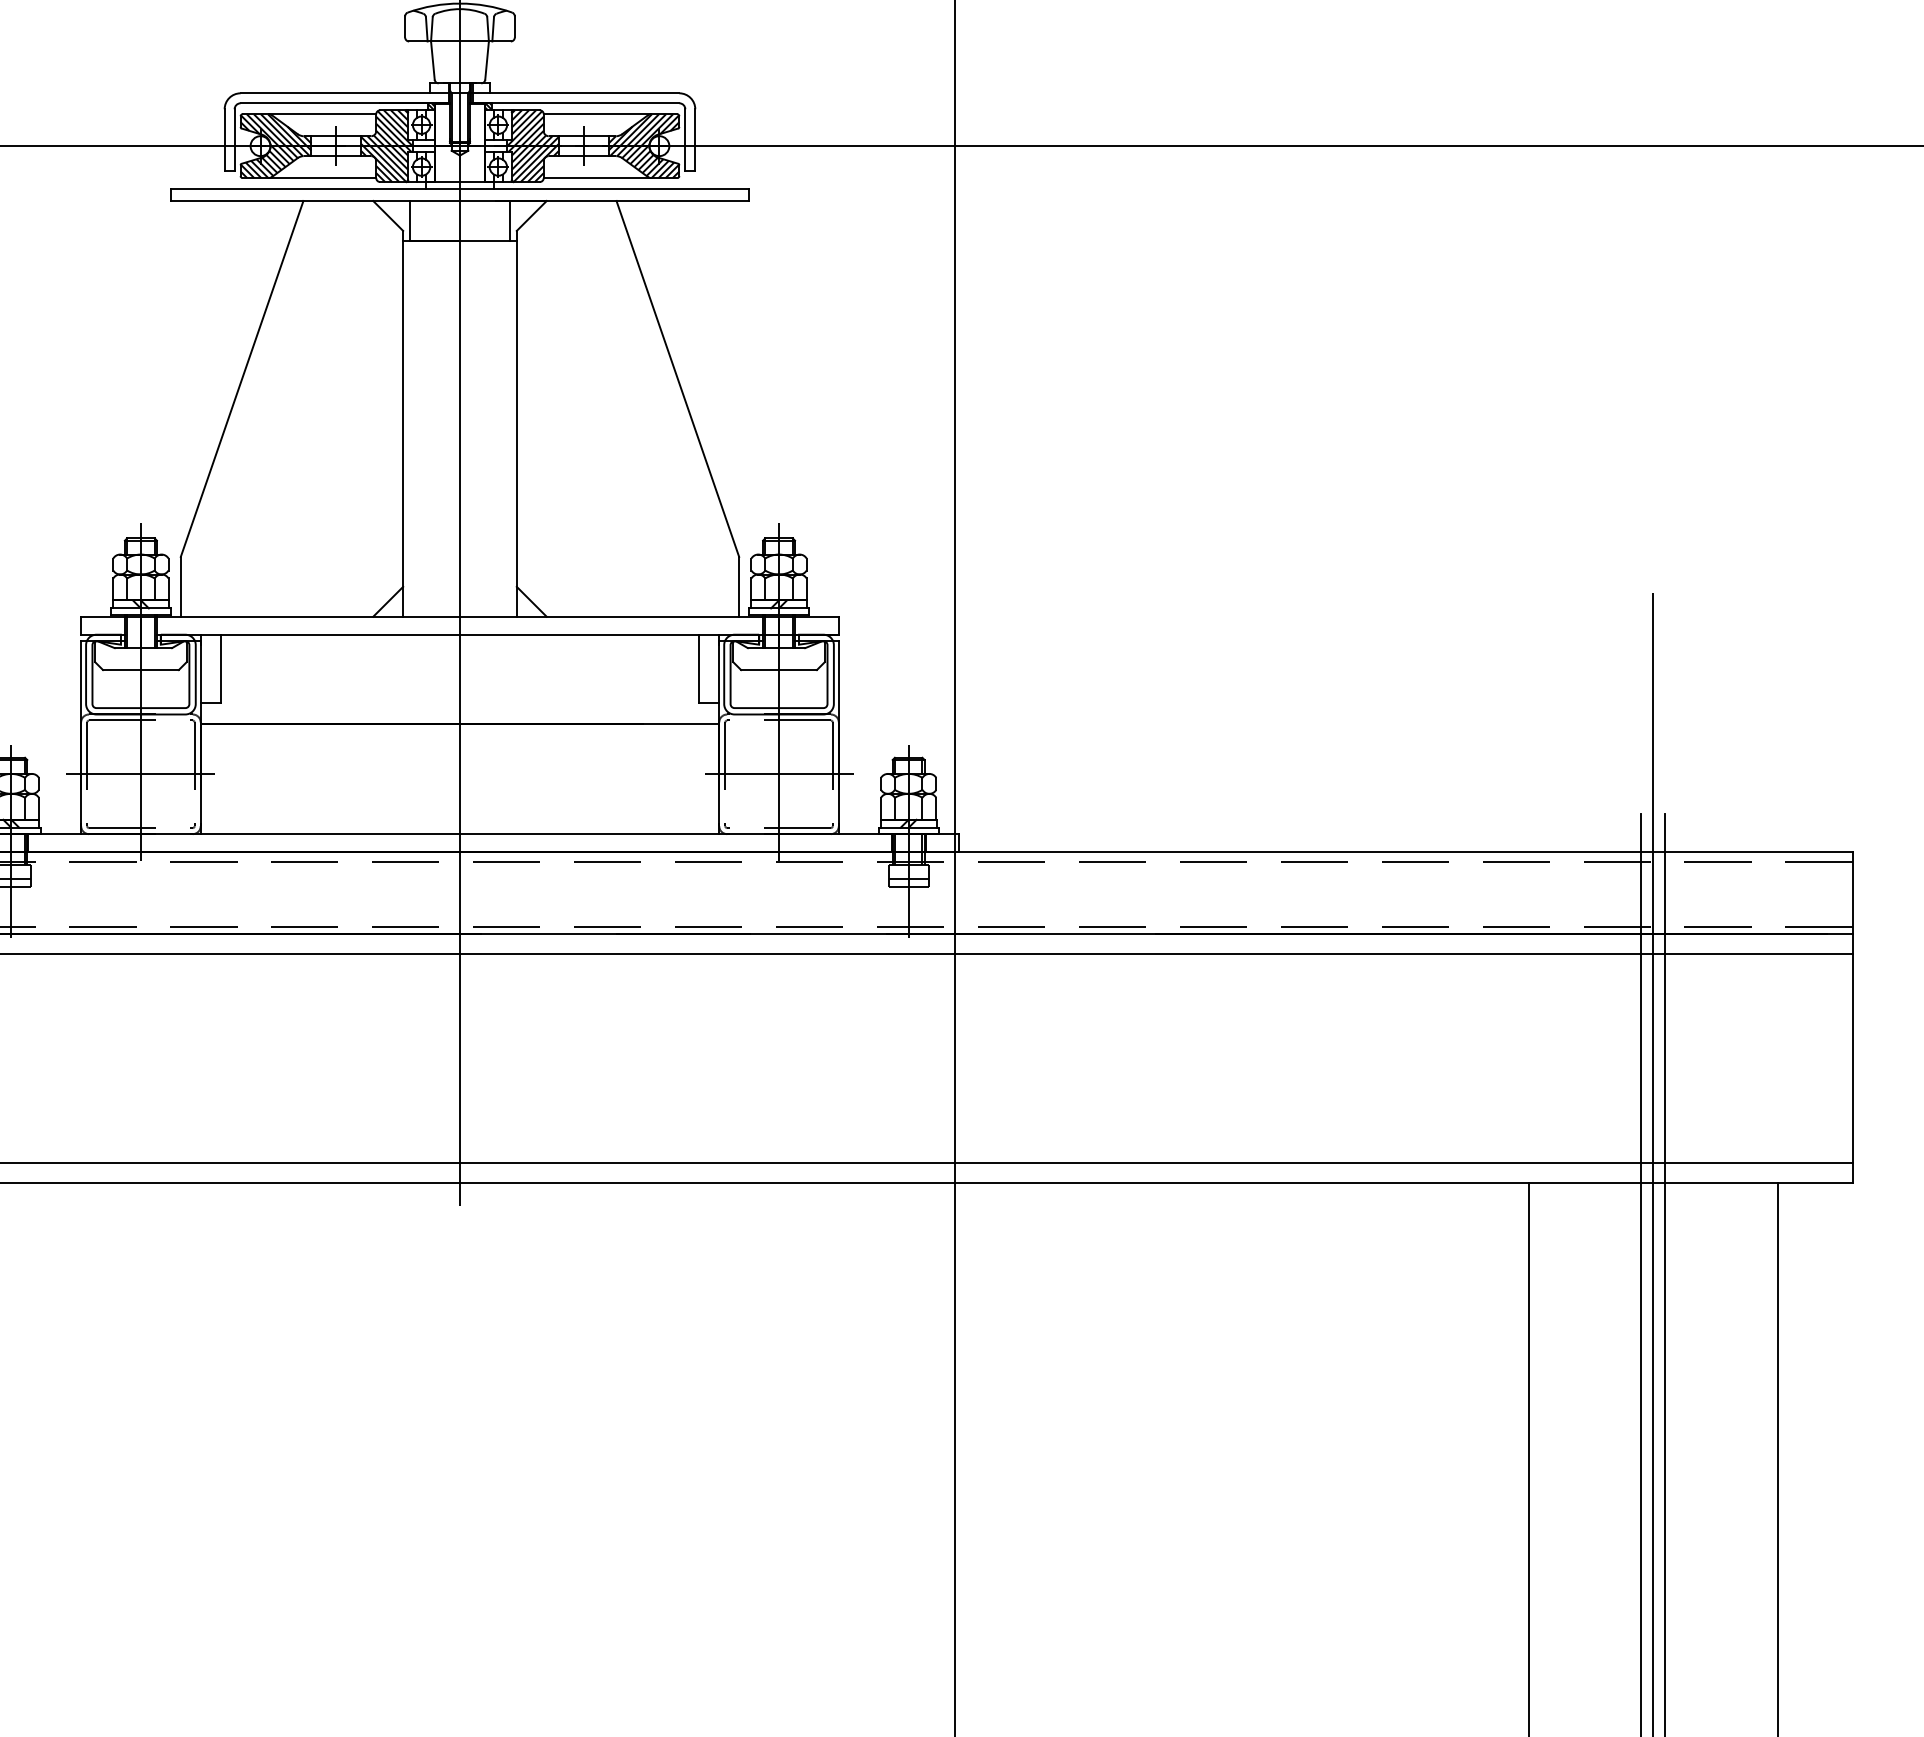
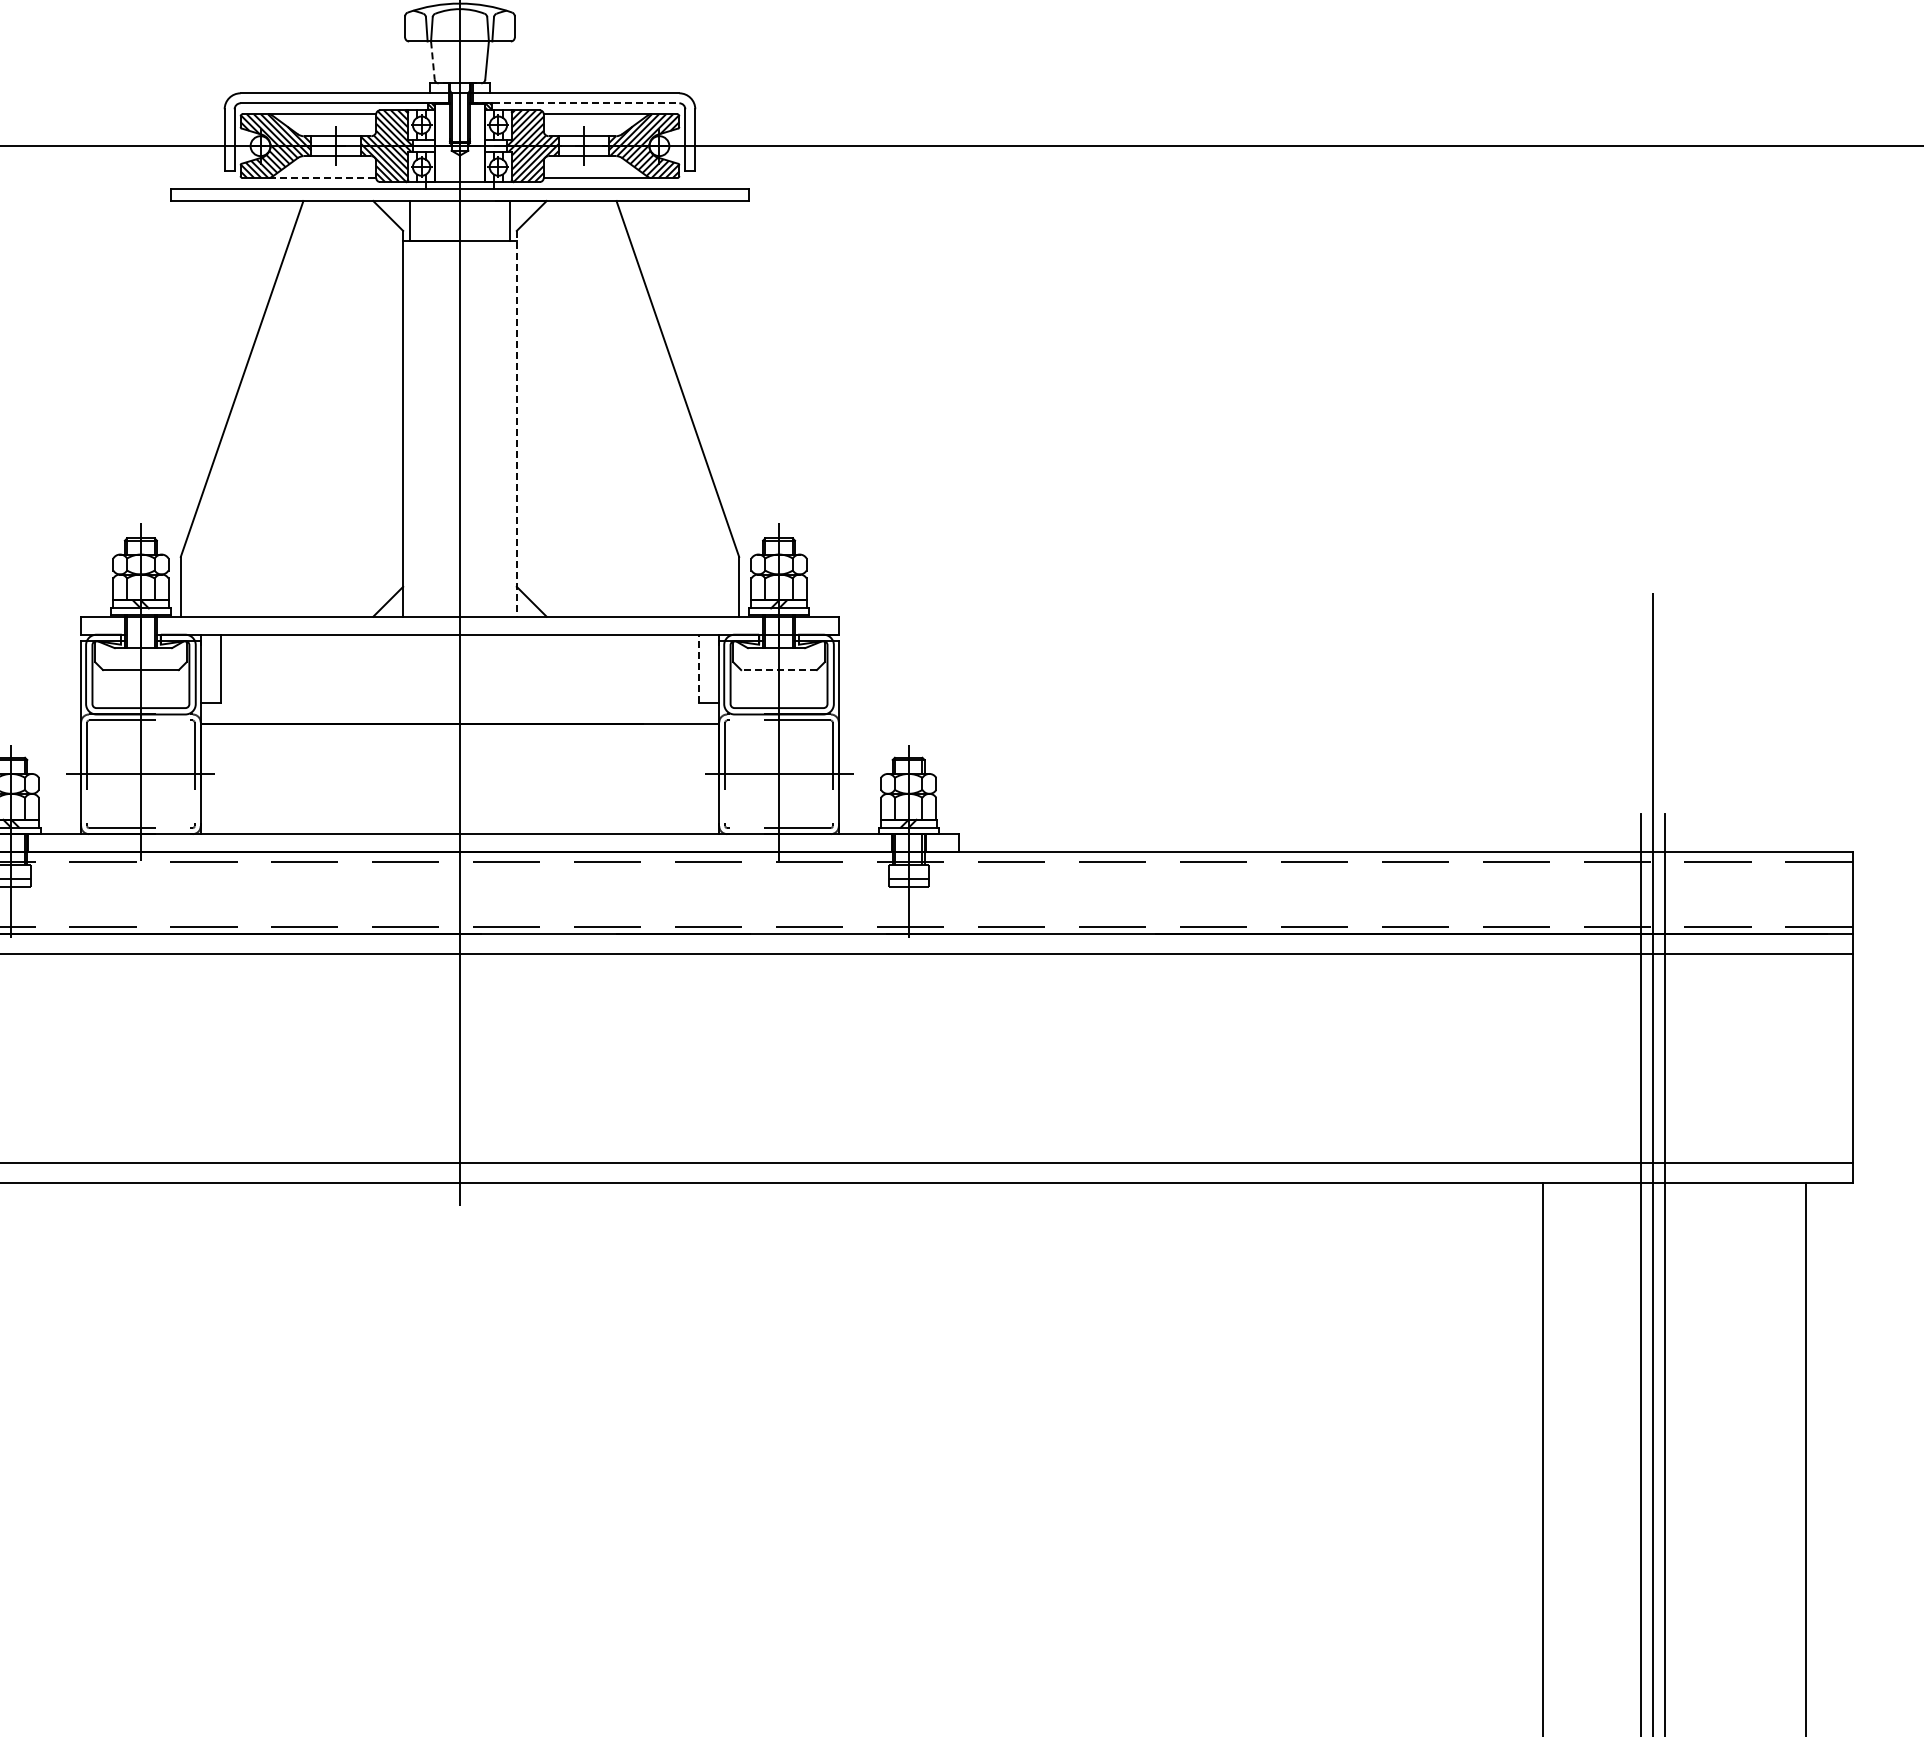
line at (432, 61): solid -> dashed
line at (575, 103): solid -> dashed
line at (322, 178): solid -> dashed
line at (516, 423): solid -> dashed
line at (699, 668): solid -> dashed
line at (779, 670): solid -> dashed
line at (955, 867): present -> none
line at (1528, 1458) position: (1528, 1458) -> (1542, 1458)
line at (1777, 1458) position: (1777, 1458) -> (1805, 1458)
